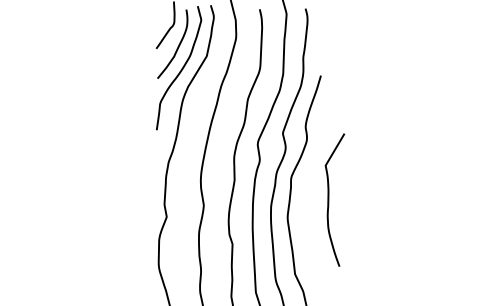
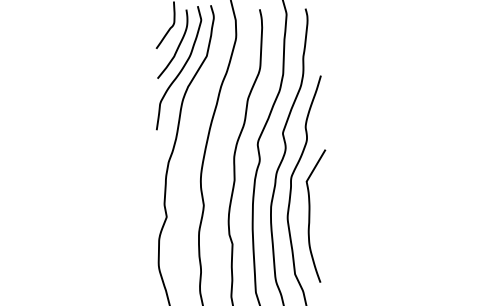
curve at (329, 199) position: (329, 199) -> (310, 215)
